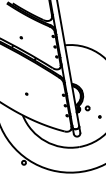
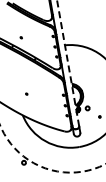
line at (68, 62): solid -> dashed
arc at (45, 168): solid -> dashed
